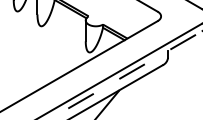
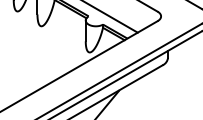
line at (110, 17): none -> present
line at (125, 75): dashed -> solid
